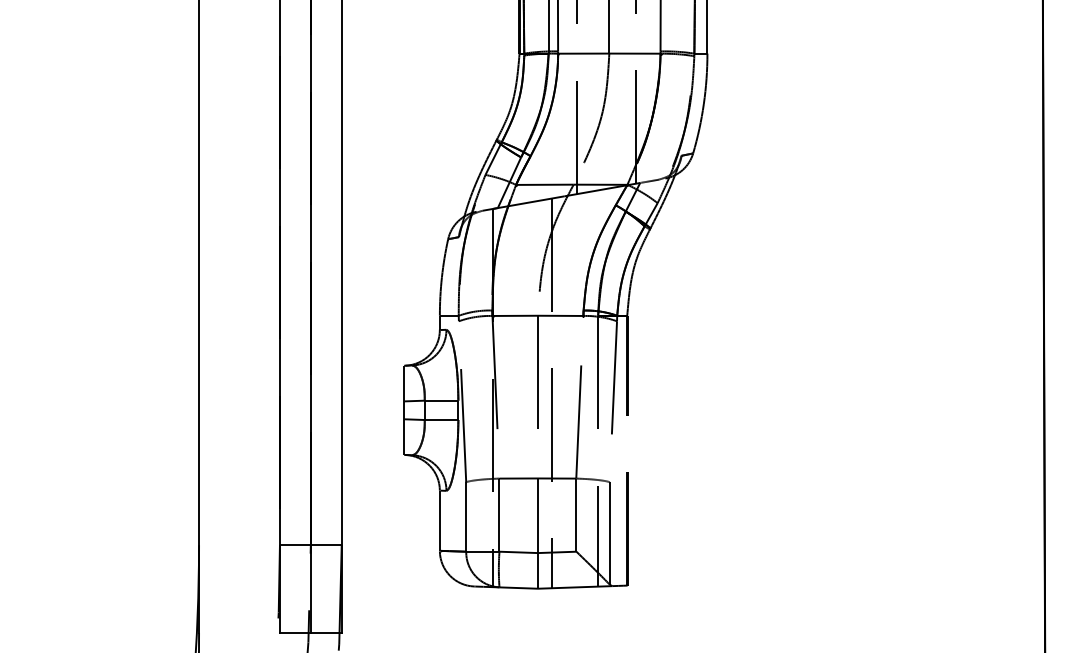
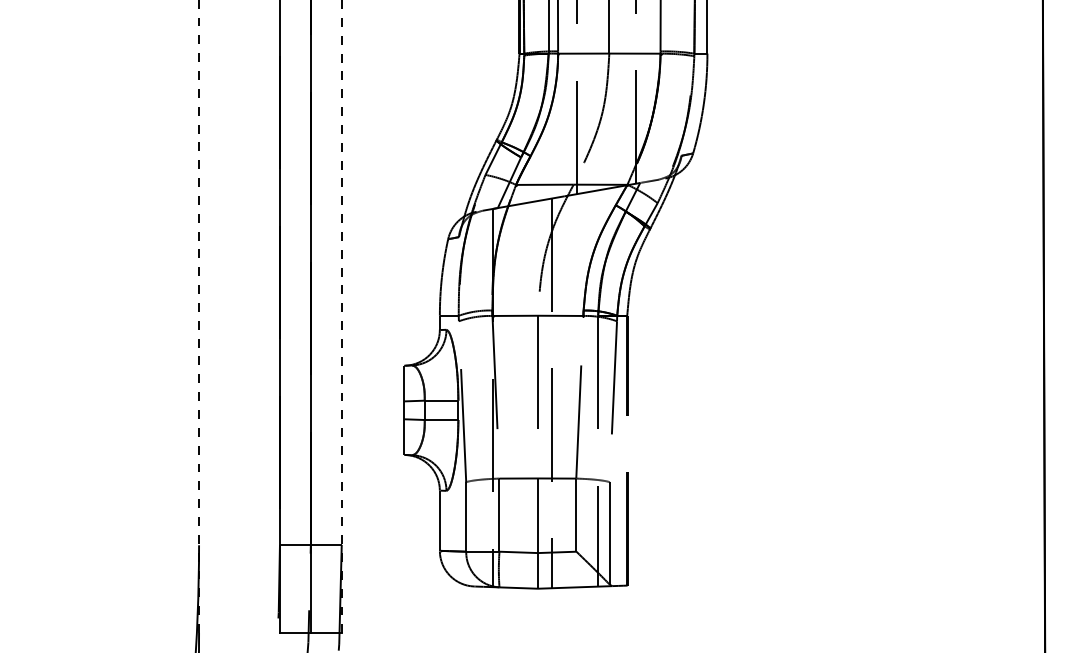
line at (199, 316): solid -> dashed
line at (341, 316): solid -> dashed
